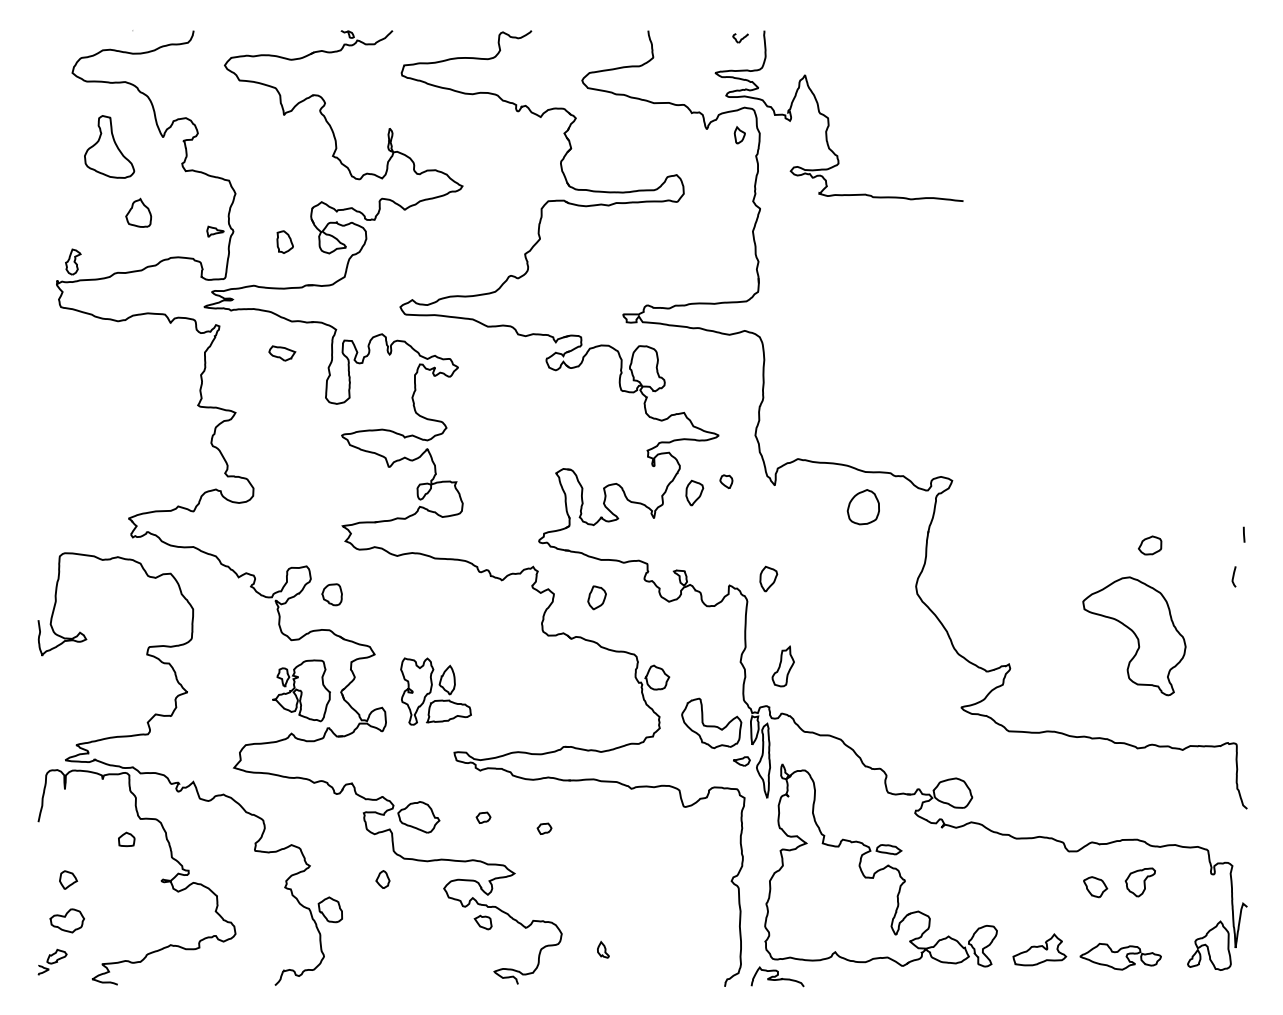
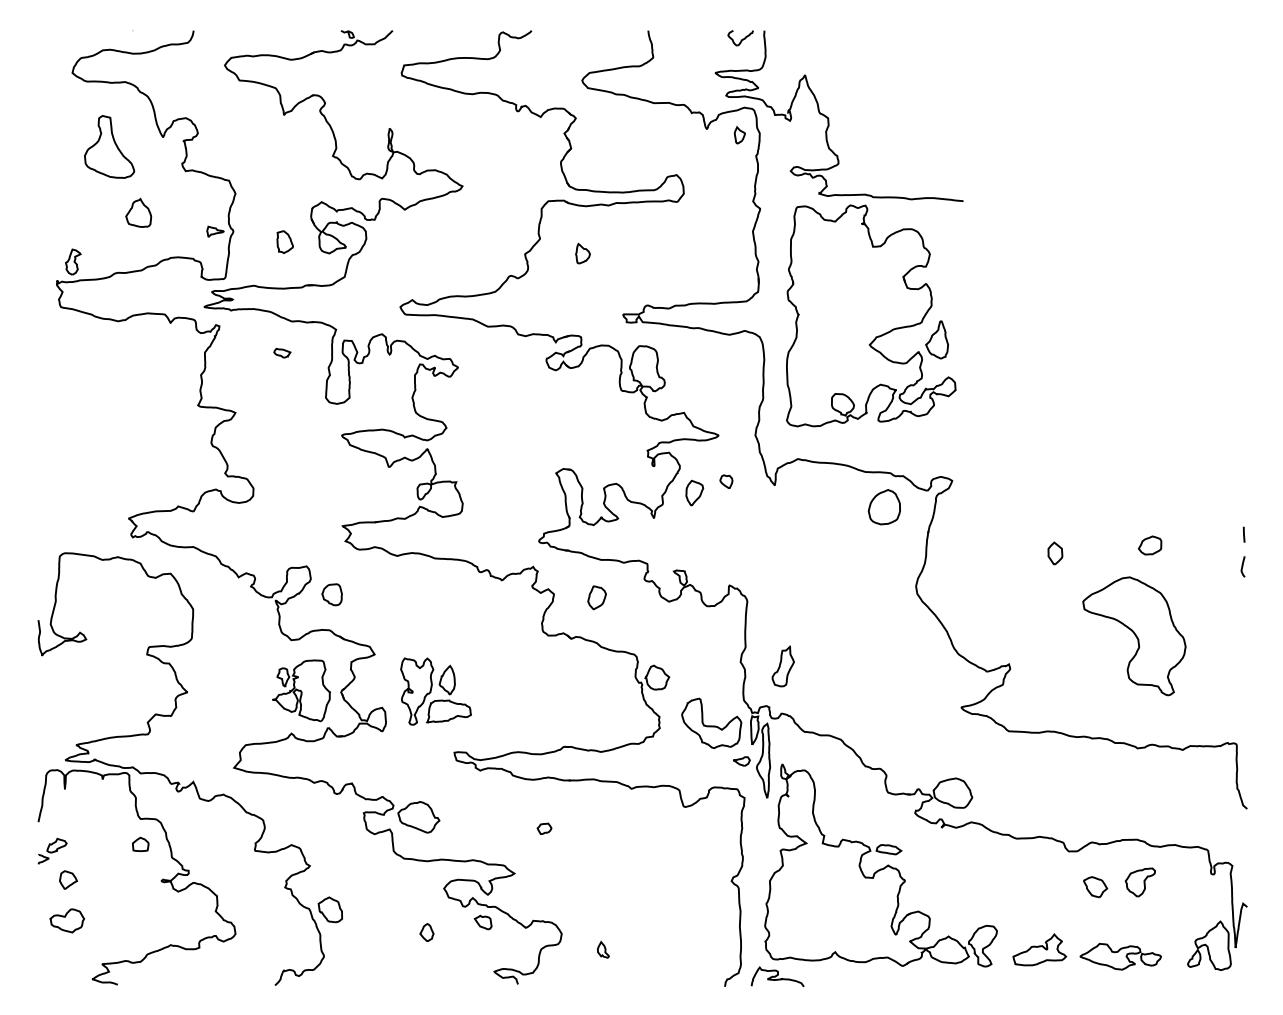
part at (740, 38) size: 17x11 px -> 27x17 px
part at (582, 253): none -> present
part at (871, 315): none -> present
part at (282, 353) size: 29x17 px -> 19x12 px
part at (862, 507) position: (862, 507) -> (883, 507)
part at (1055, 553): none -> present
curve at (1233, 576) position: (1233, 576) -> (1242, 566)
part at (768, 578): present -> none
part at (483, 817): present -> none
part at (126, 839) position: (126, 839) -> (140, 844)
part at (382, 879) position: (382, 879) -> (426, 932)
part at (52, 961) position: (52, 961) -> (52, 850)
